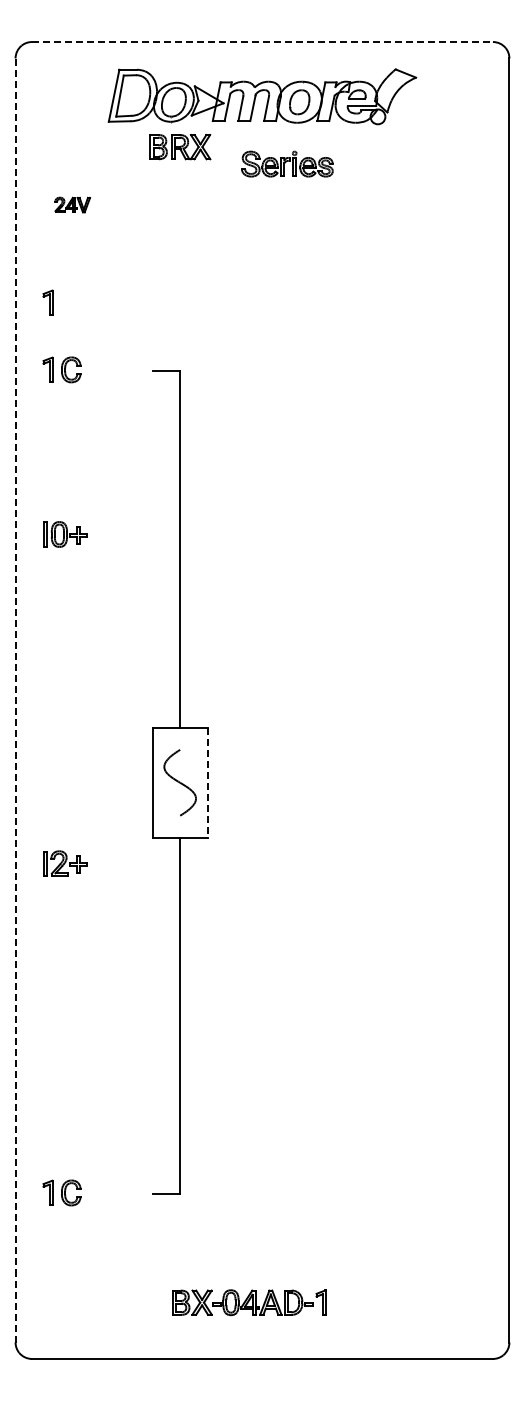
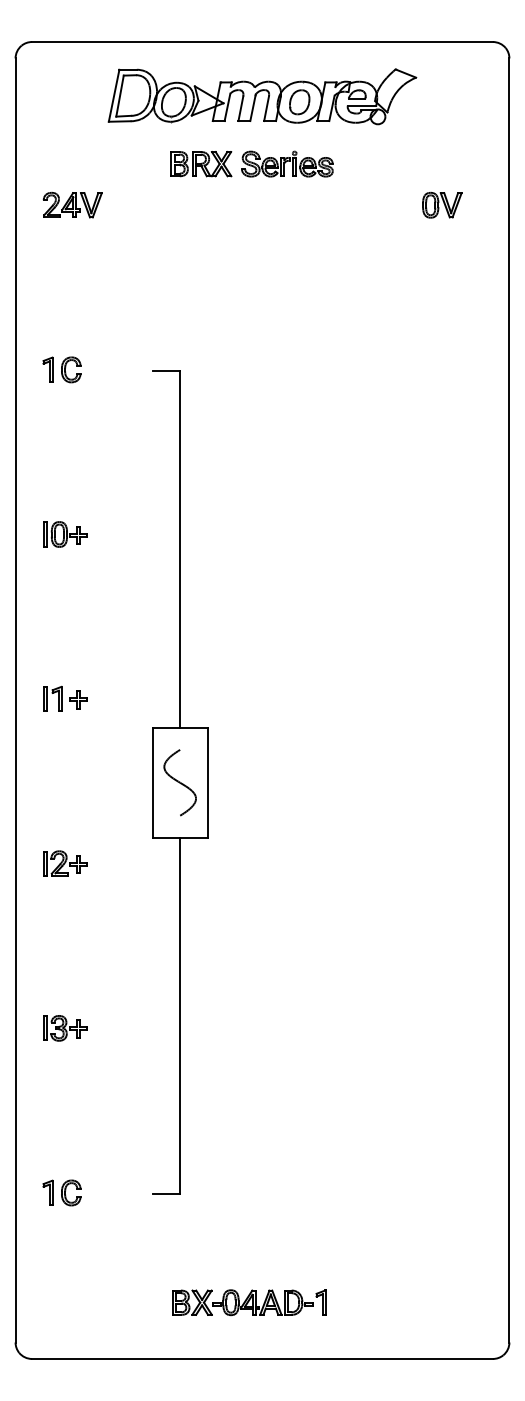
line at (262, 42): dashed -> solid
part at (180, 147) position: (180, 147) -> (201, 164)
part at (72, 204) size: 38x18 px -> 61x28 px
part at (442, 204): none -> present
part at (47, 302): present -> none
part at (65, 698): none -> present
line at (15, 699): dashed -> solid
line at (207, 782): dashed -> solid
part at (65, 1028): none -> present
